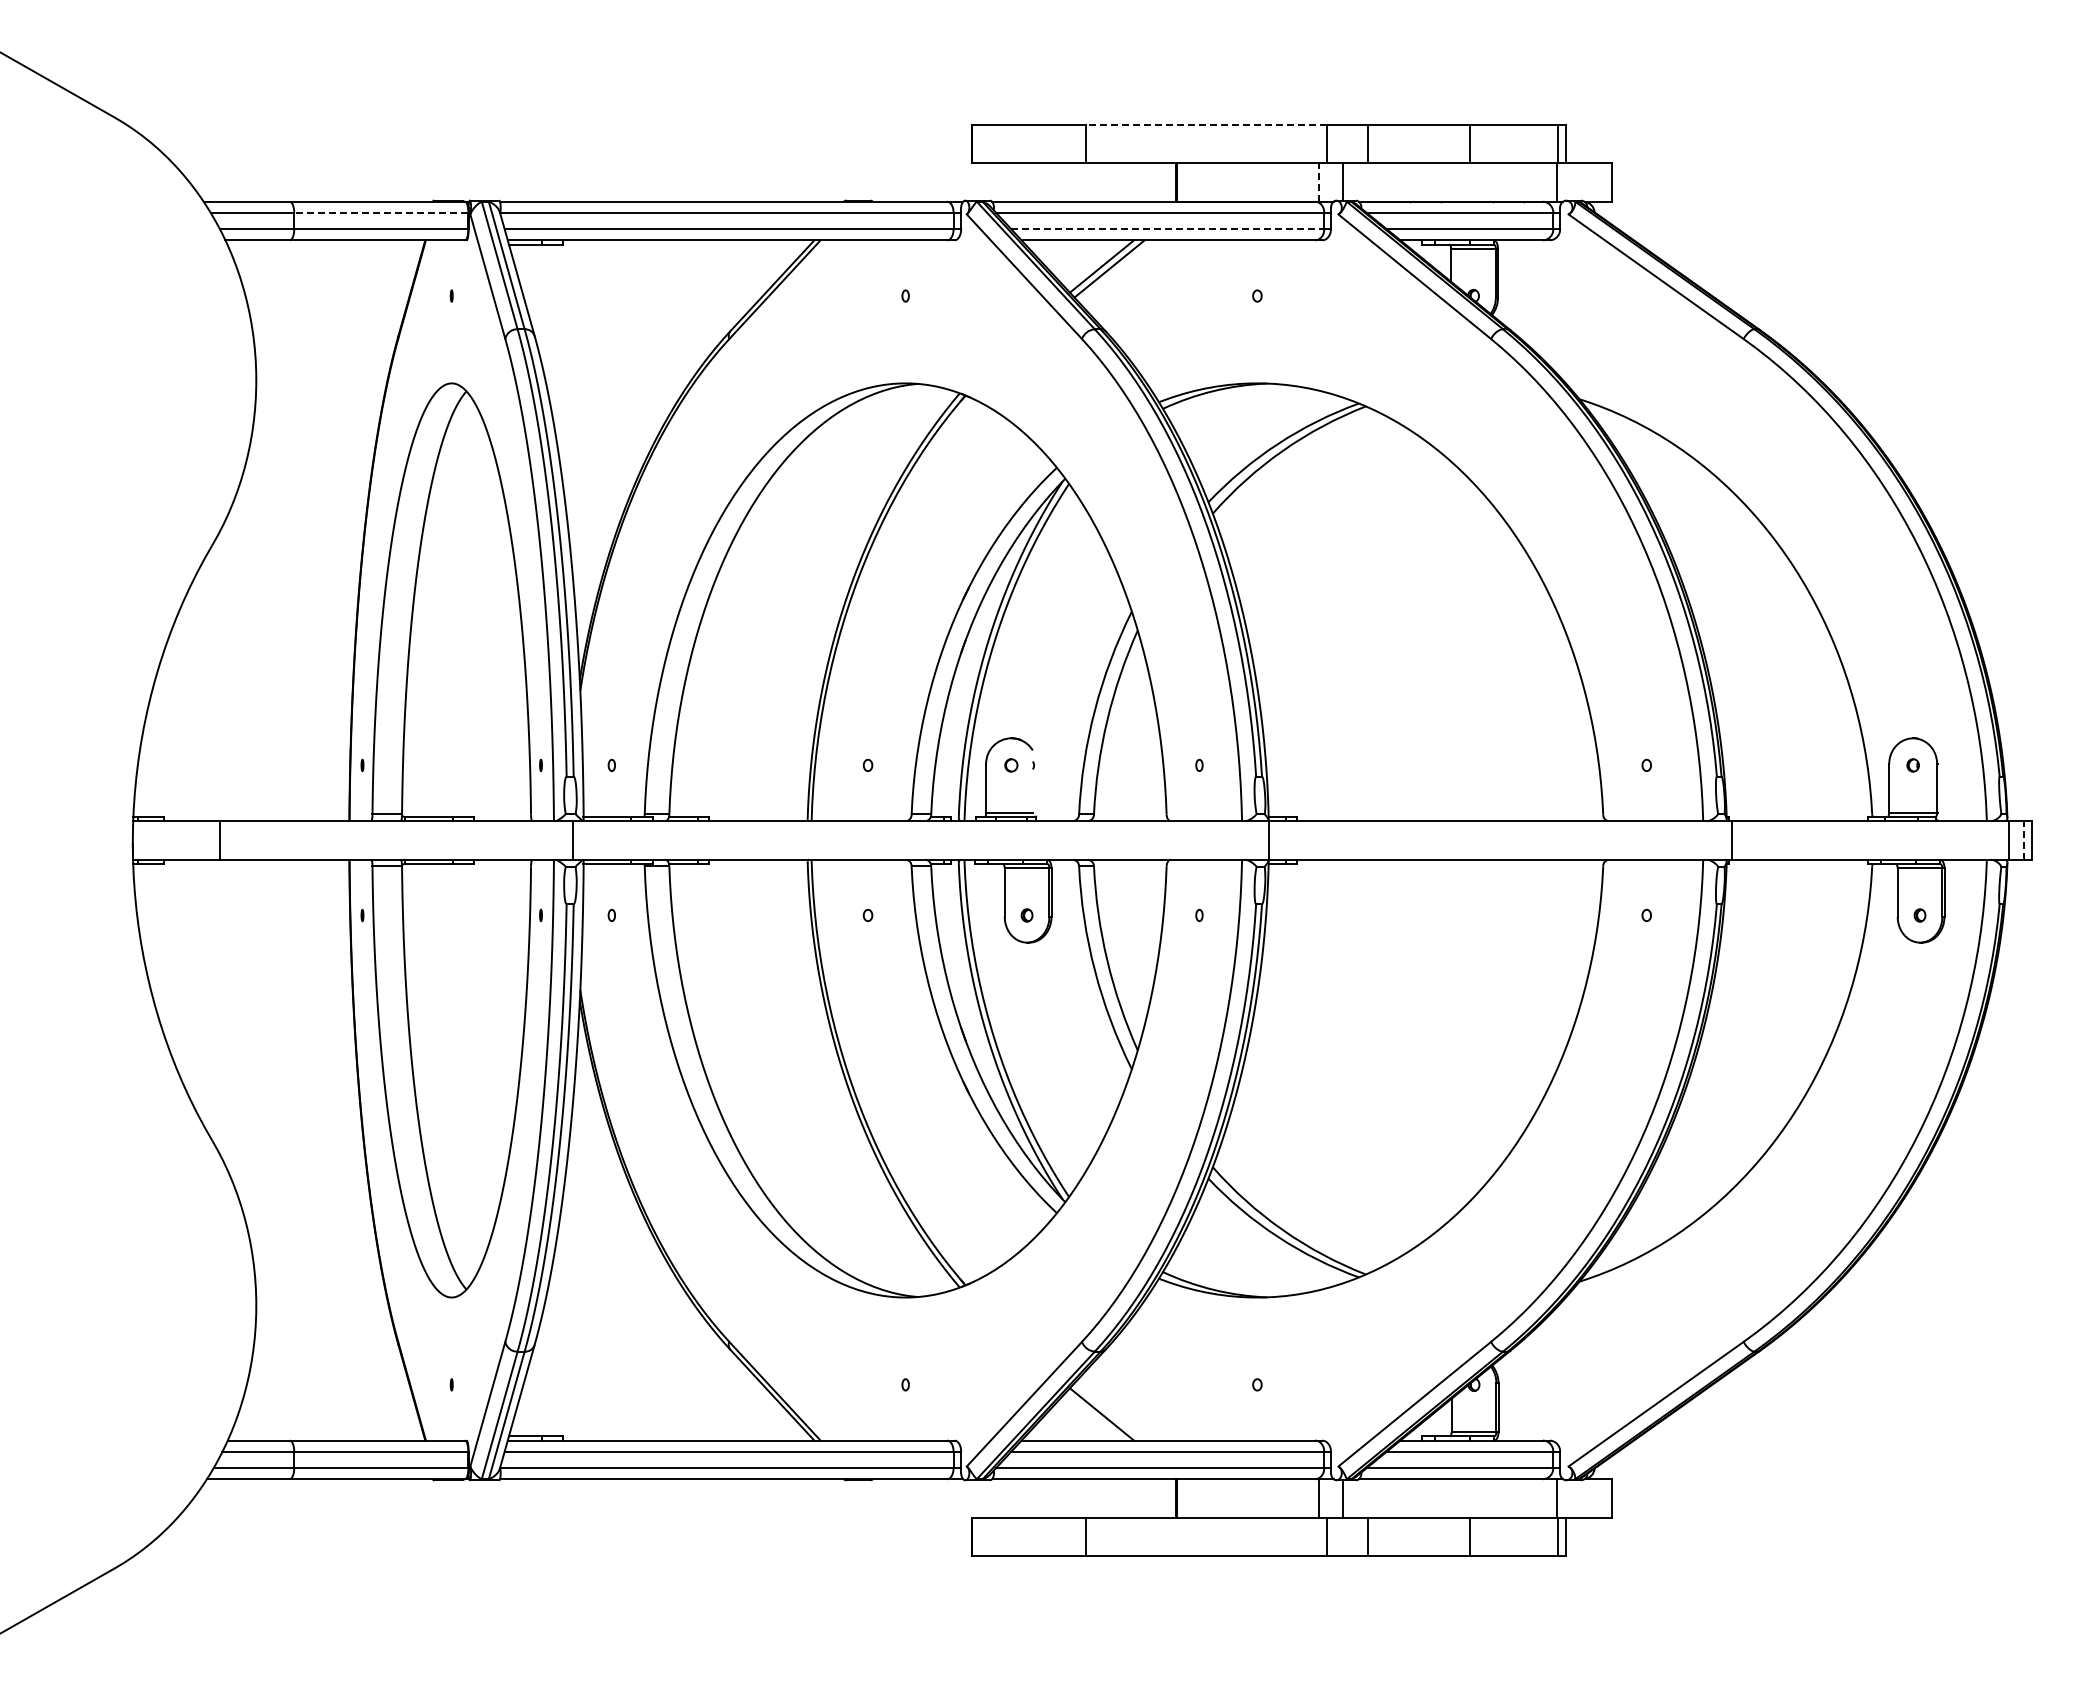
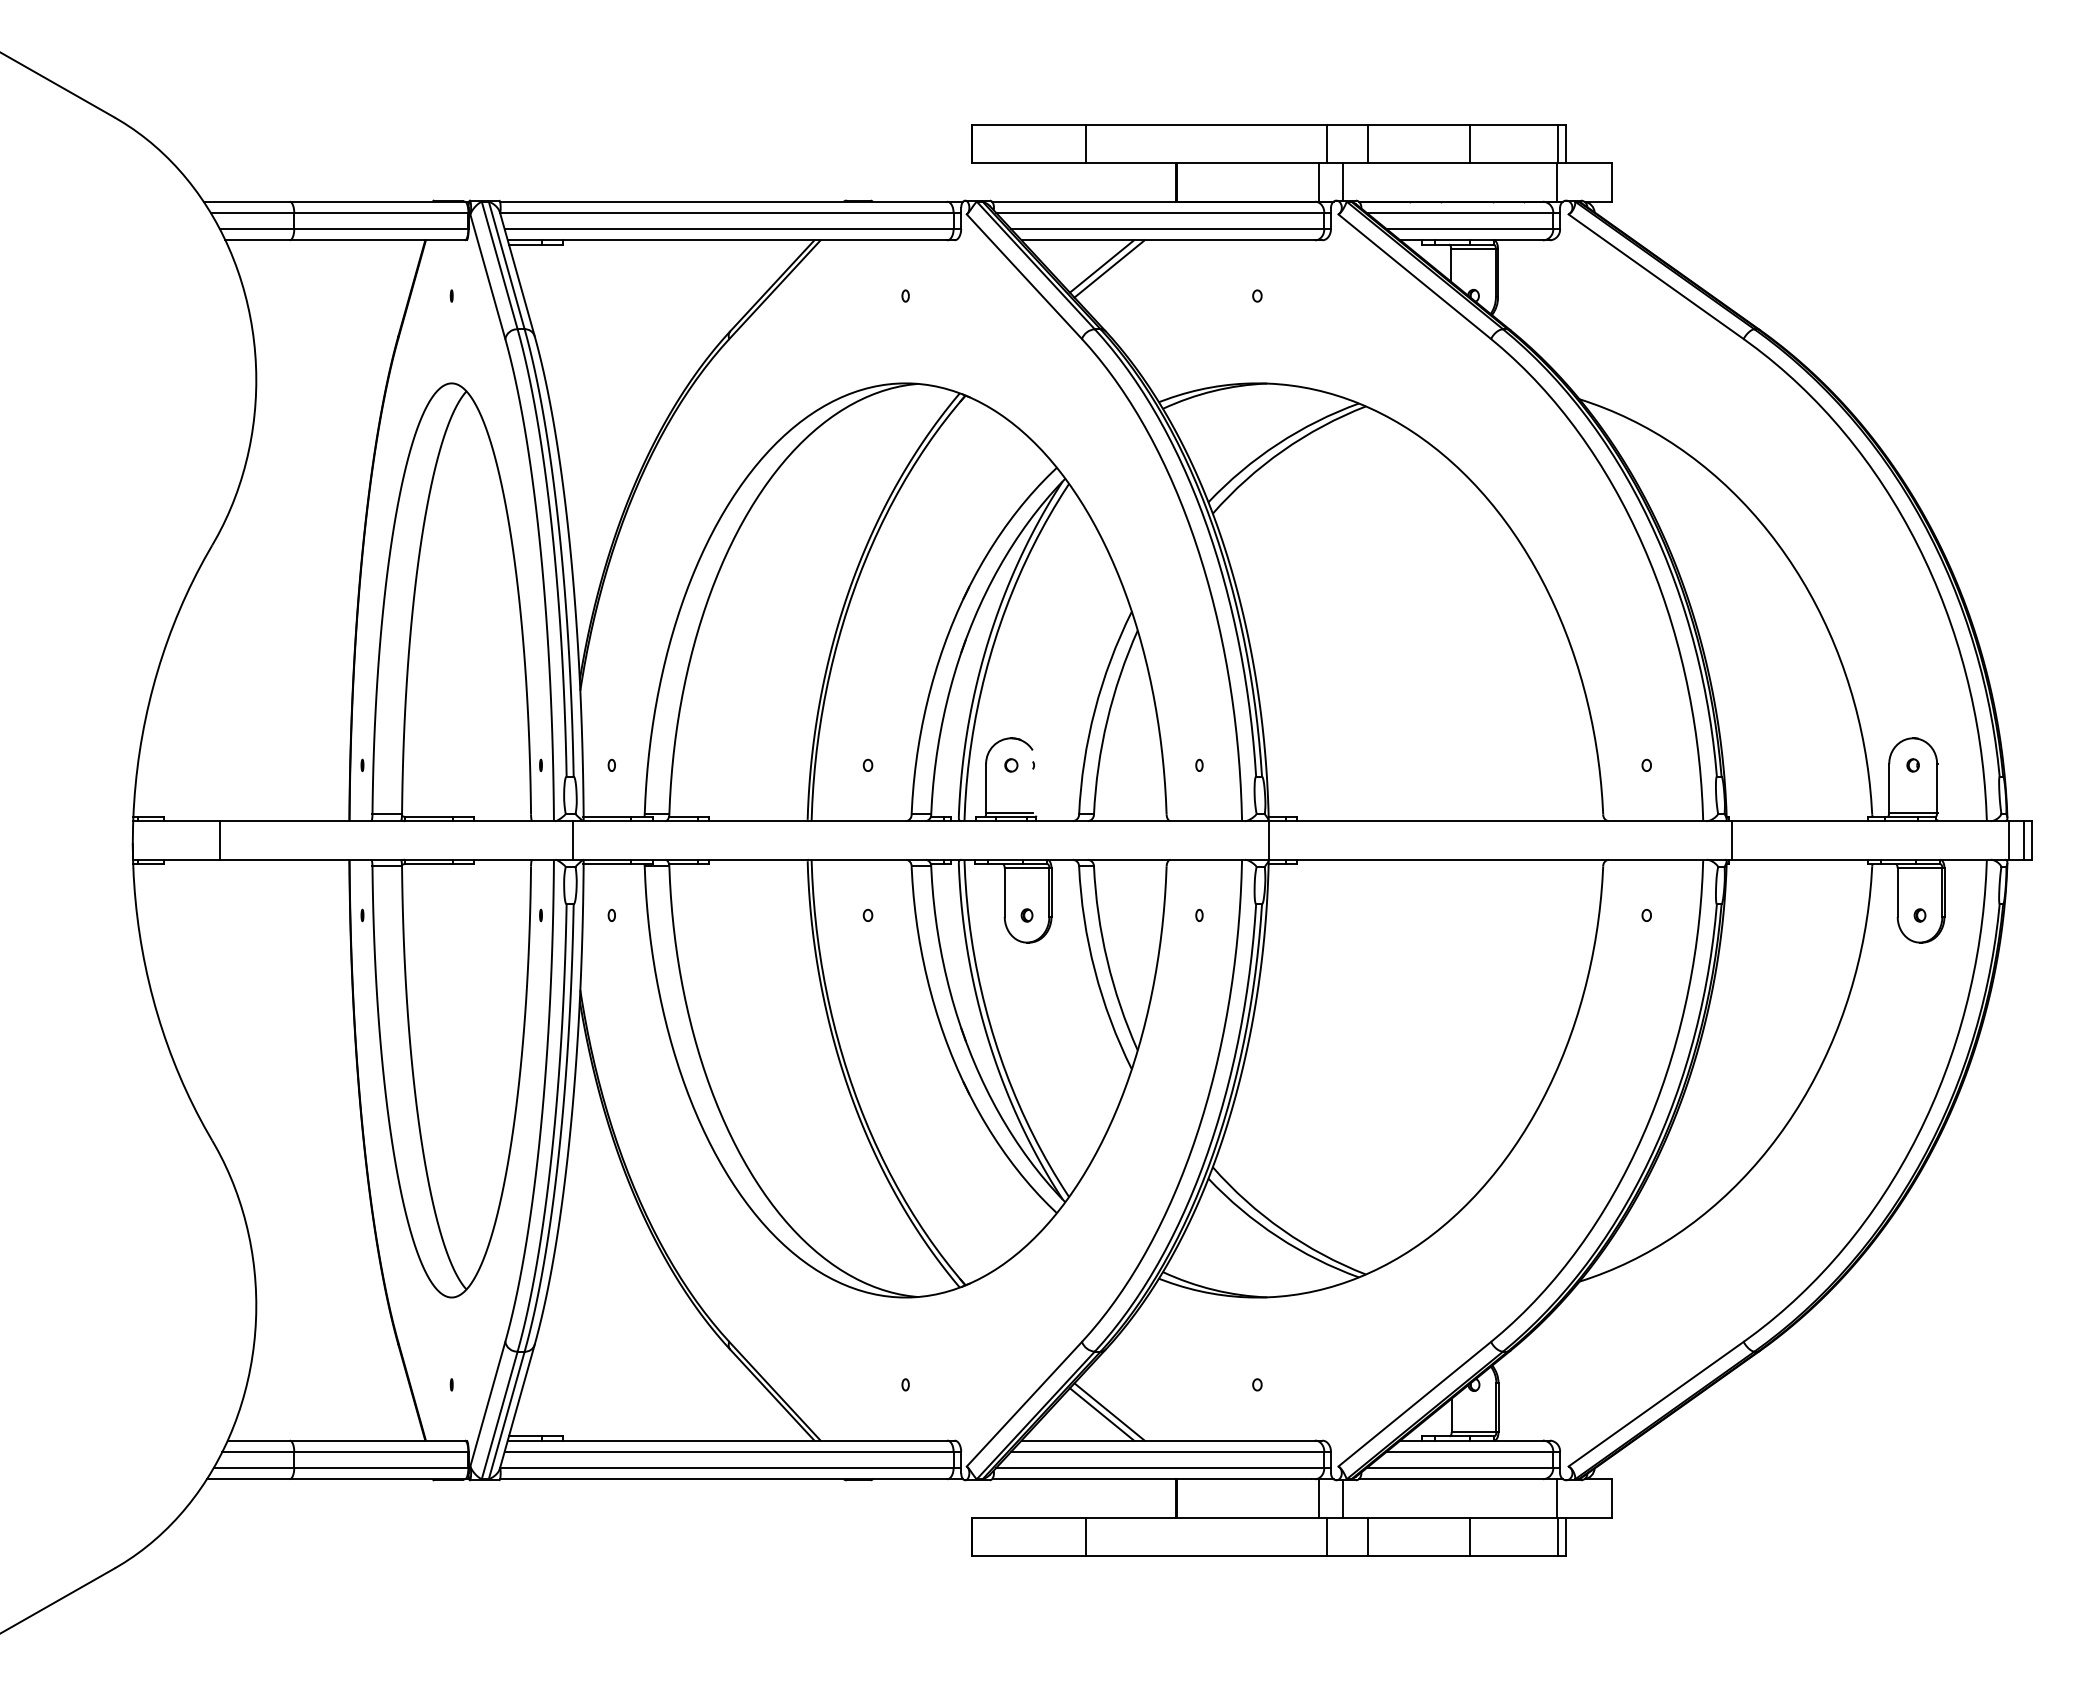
line at (1206, 124): dashed -> solid
line at (1319, 181): dashed -> solid
line at (380, 213): dashed -> solid
line at (1167, 228): dashed -> solid
line at (2023, 839): dashed -> solid
line at (1109, 1411): none -> present
